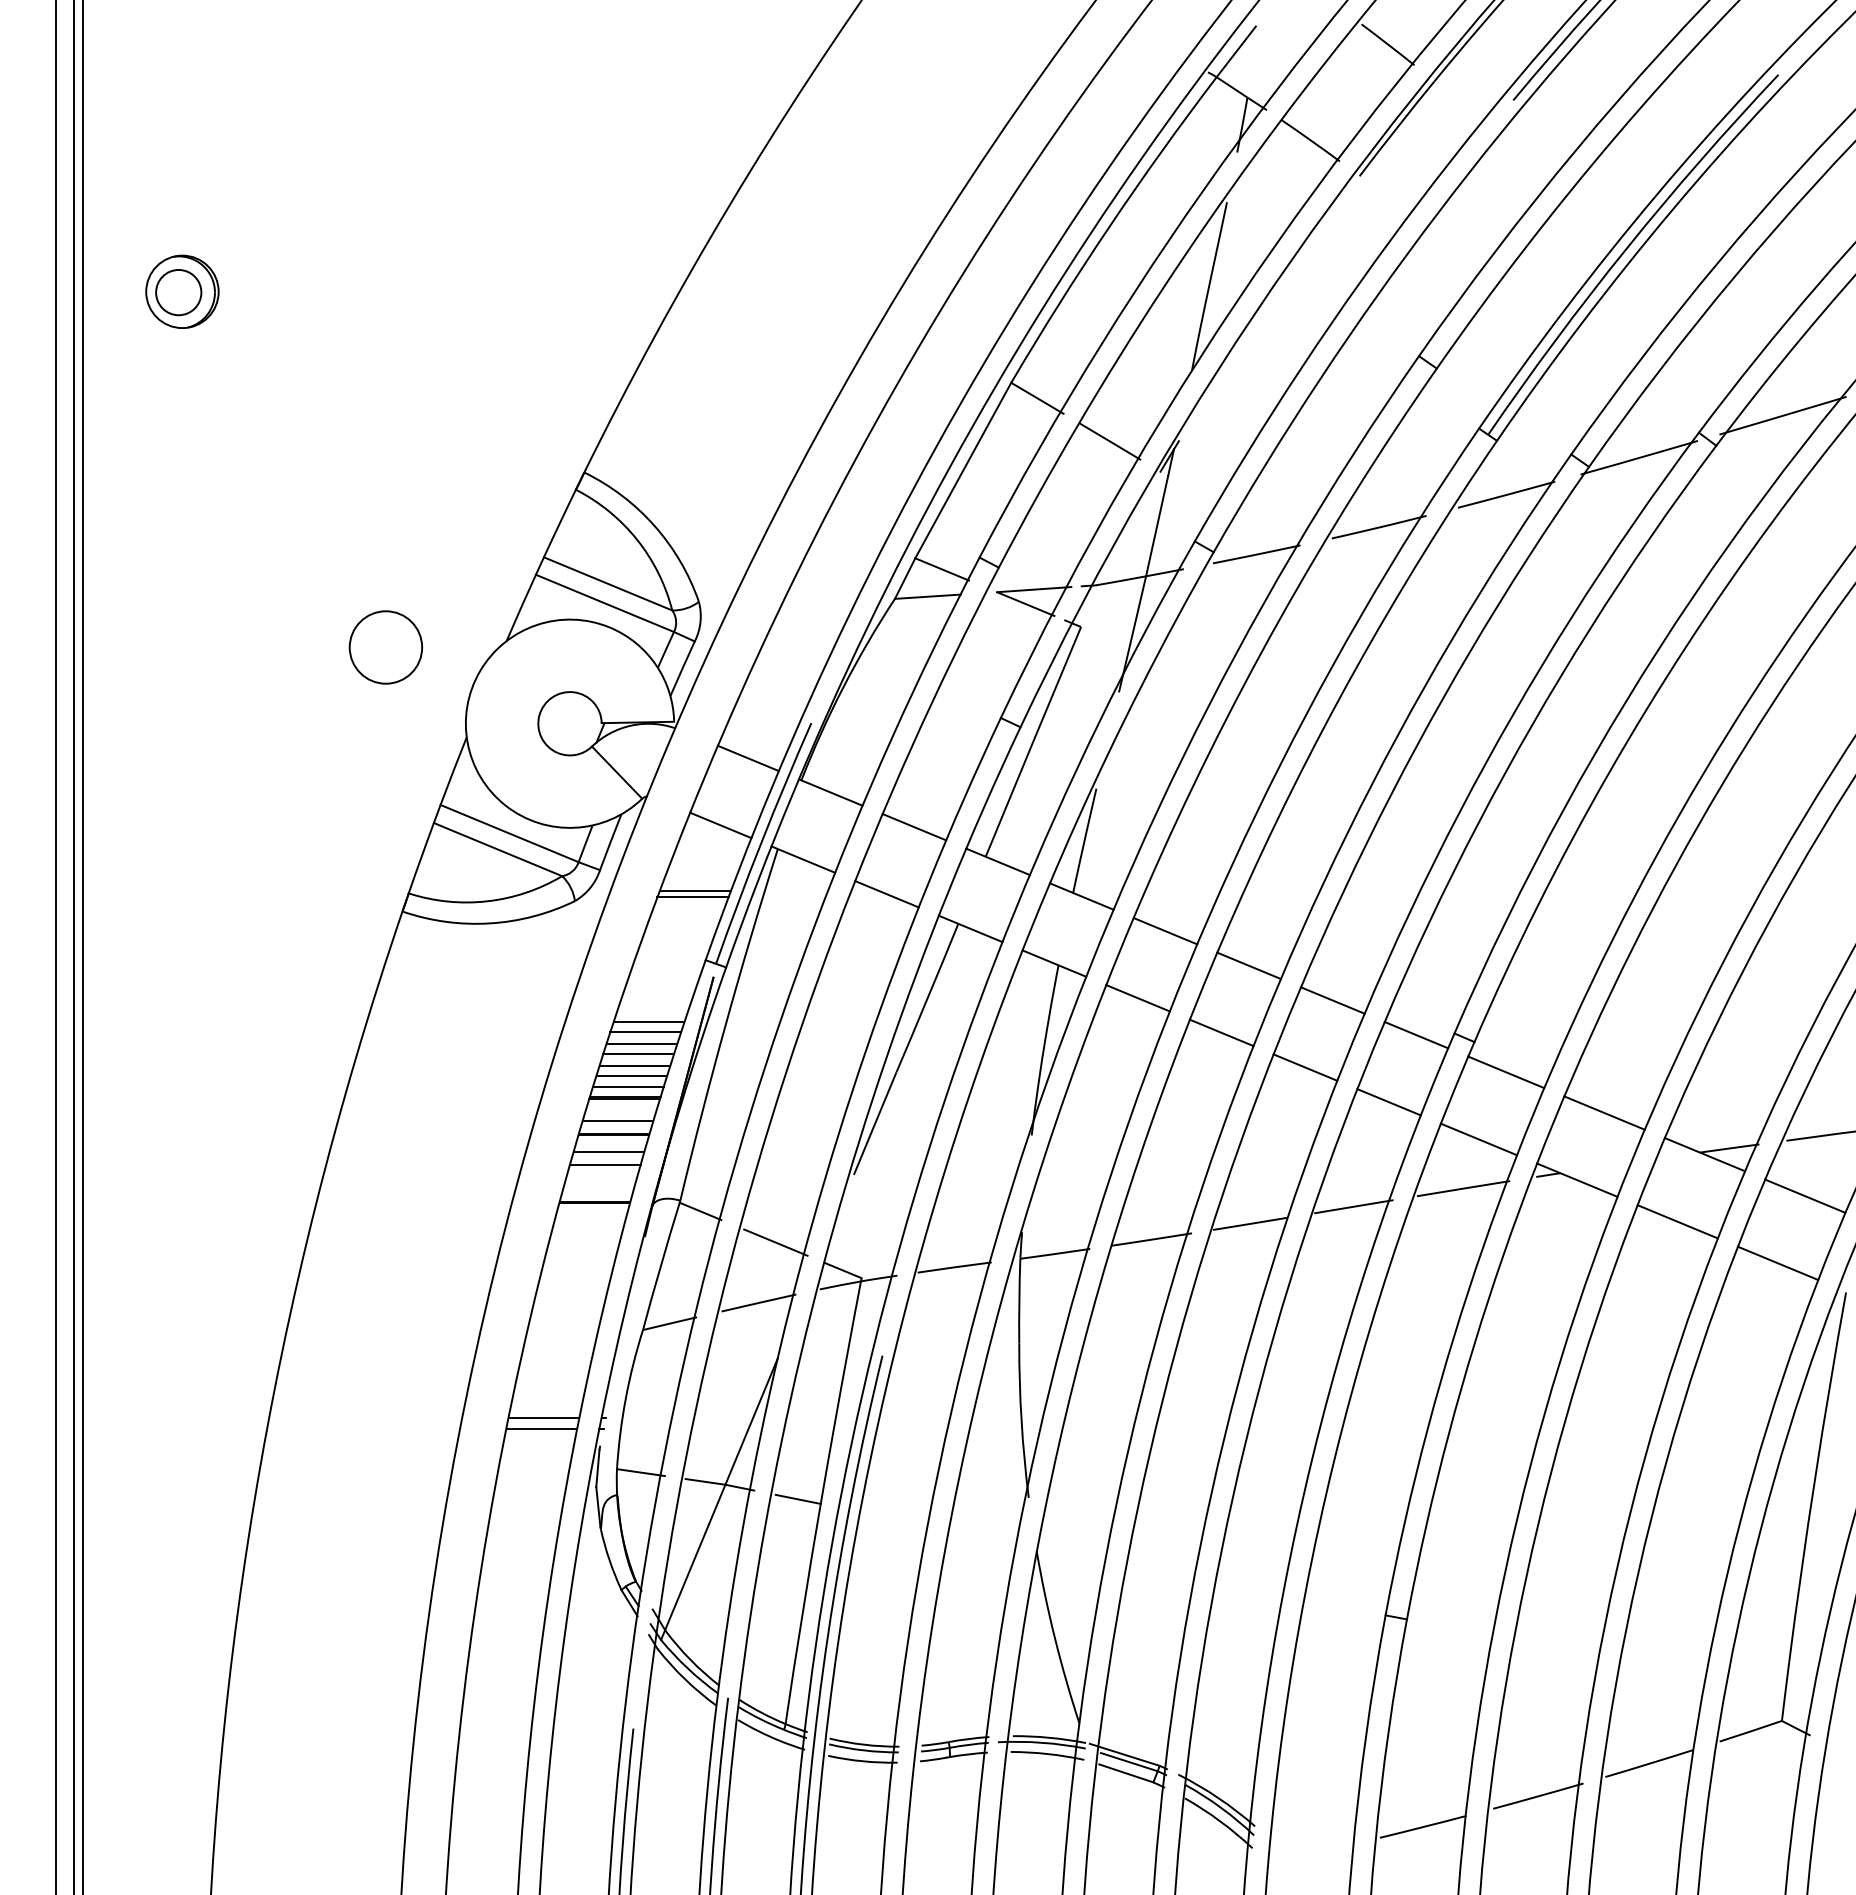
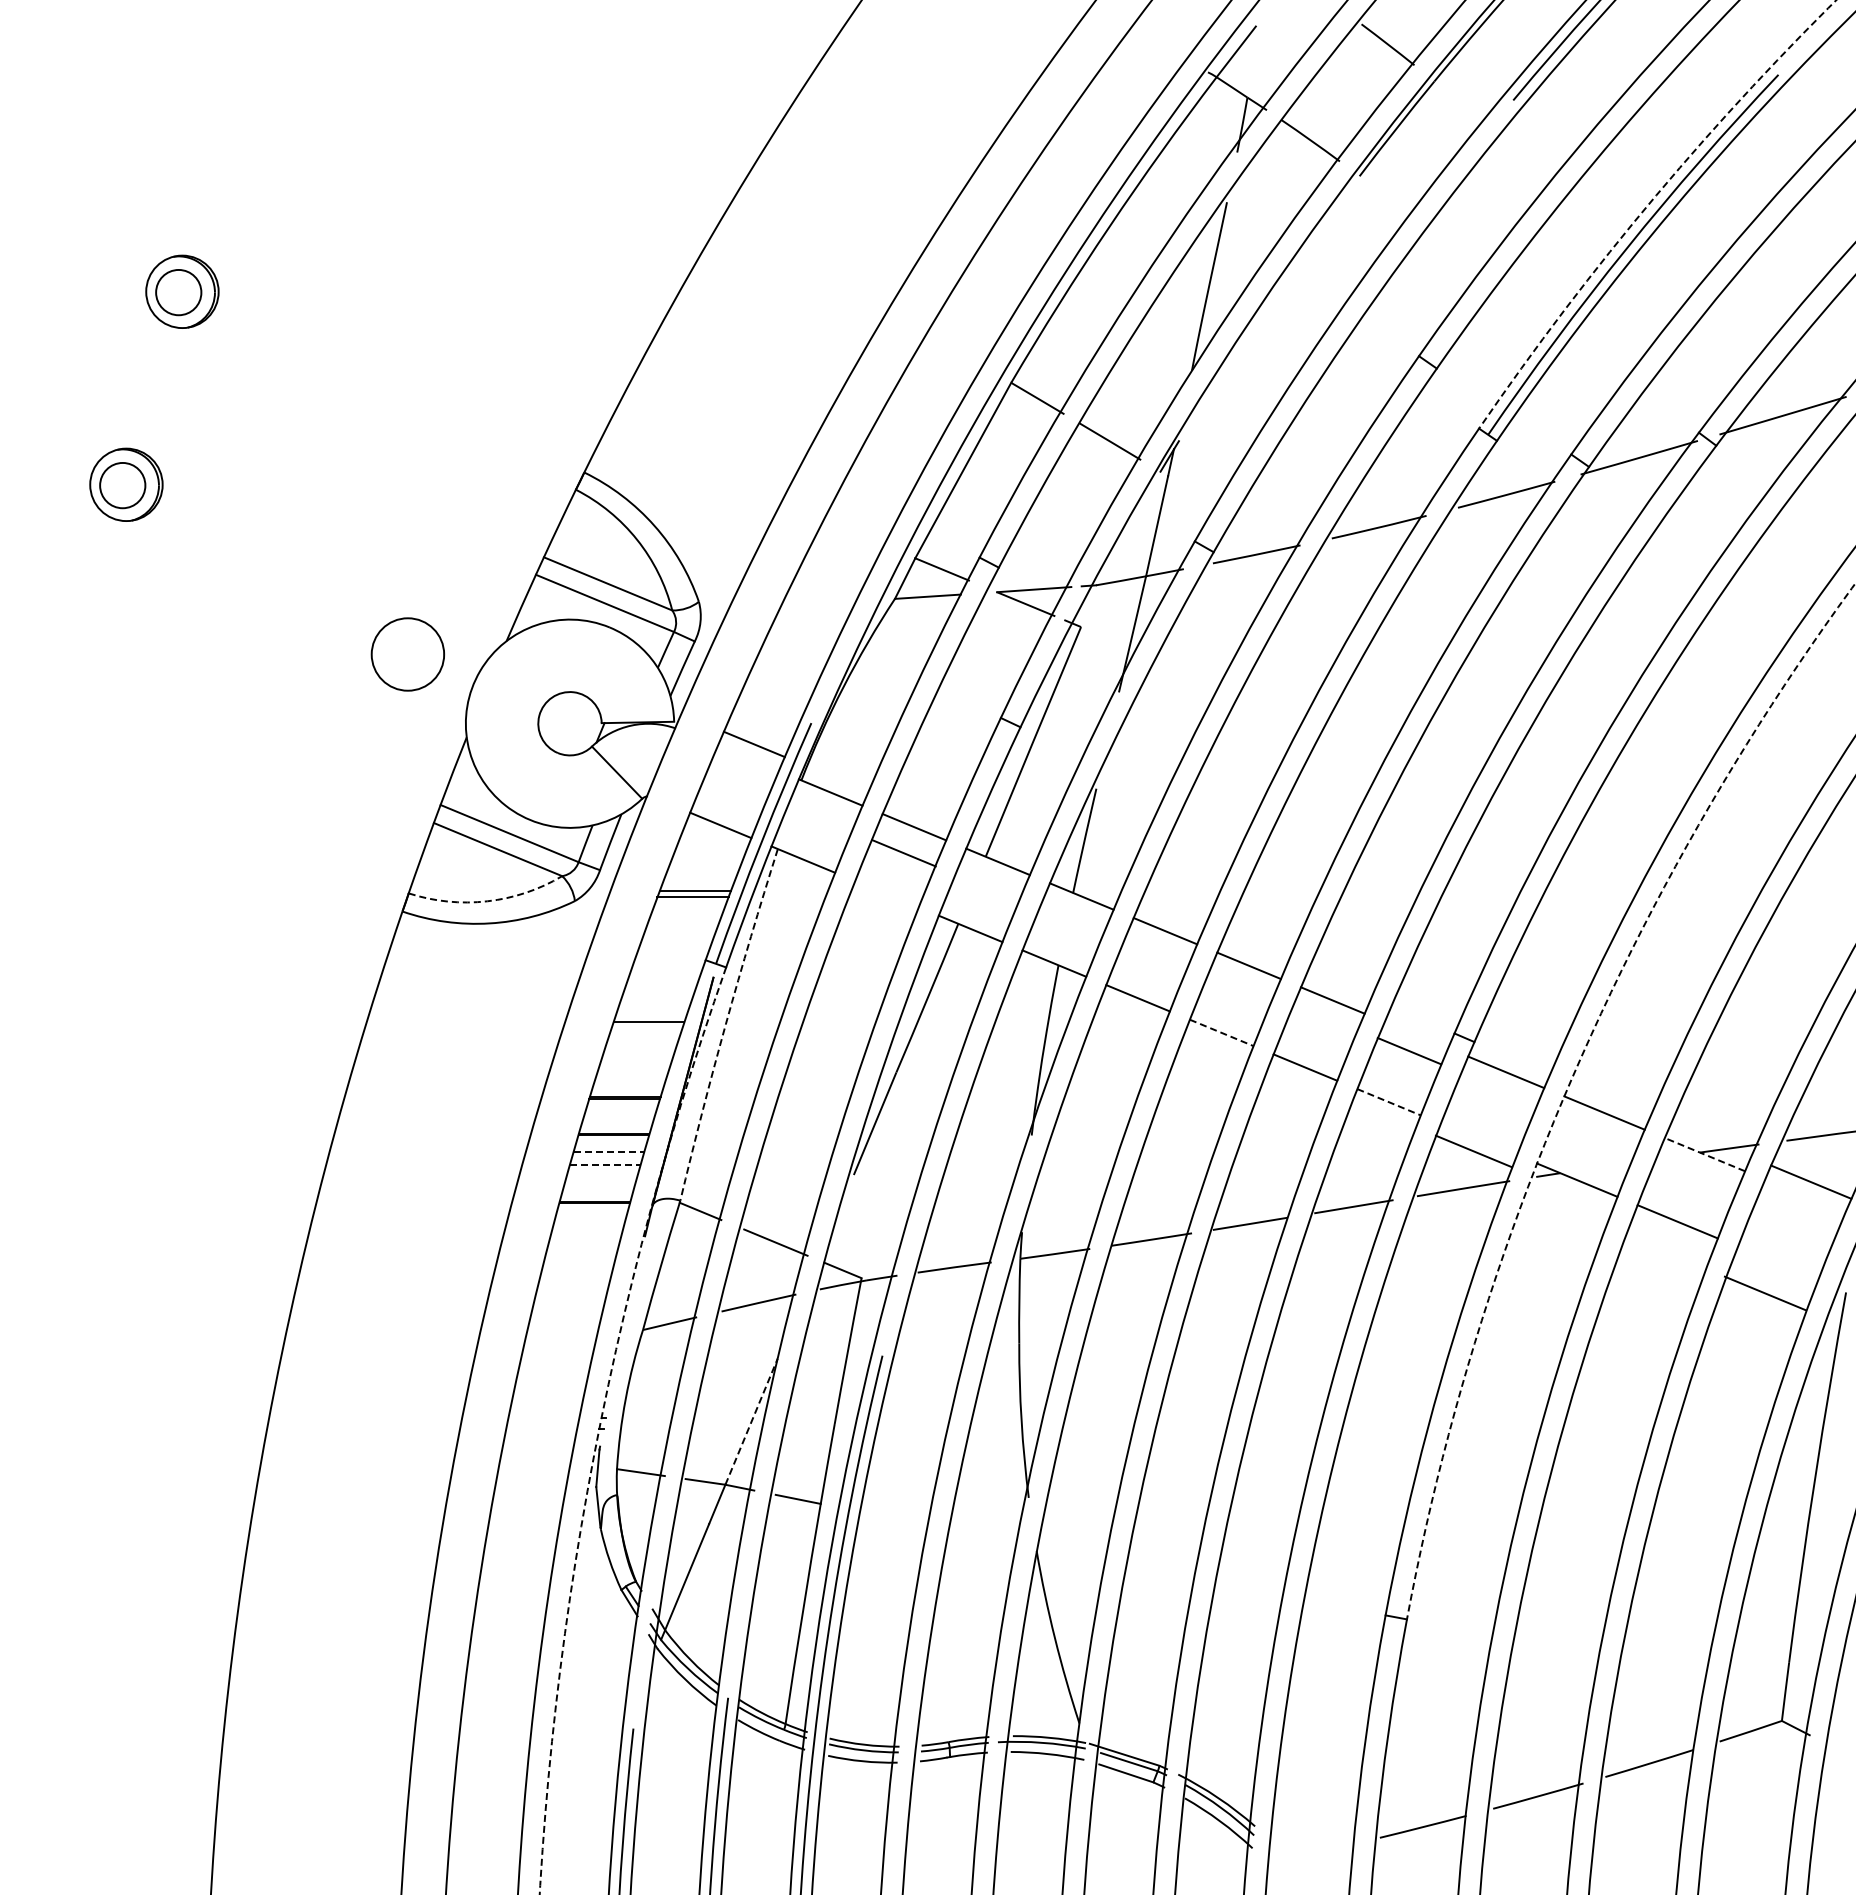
arc at (1647, 206): solid -> dashed
part at (126, 484): none -> present
circle at (385, 647) position: (385, 647) -> (407, 654)
line at (747, 758) position: (747, 758) -> (753, 744)
line at (886, 894) position: (886, 894) -> (903, 853)
arc at (487, 901): solid -> dashed
line at (55, 946): present -> none
line at (73, 946): present -> none
line at (82, 946): present -> none
arc at (725, 1024): solid -> dashed
line at (645, 1032): present -> none
line at (1222, 1033): solid -> dashed
line at (1416, 1035) position: (1416, 1035) -> (1409, 1051)
line at (641, 1043): present -> none
line at (638, 1053): present -> none
line at (634, 1065): present -> none
line at (631, 1075): present -> none
arc at (1573, 1075): solid -> dashed
line at (628, 1087): present -> none
line at (1389, 1102): solid -> dashed
line at (617, 1121): present -> none
line at (1478, 1139) position: (1478, 1139) -> (1473, 1151)
line at (609, 1151): solid -> dashed
line at (1704, 1154): solid -> dashed
line at (605, 1165): solid -> dashed
line at (1805, 1195) position: (1805, 1195) -> (1811, 1181)
line at (1777, 1262) position: (1777, 1262) -> (1764, 1292)
line at (544, 1417): present -> none
line at (751, 1421): solid -> dashed
arc at (600, 1425): solid -> dashed
line at (541, 1428): present -> none
